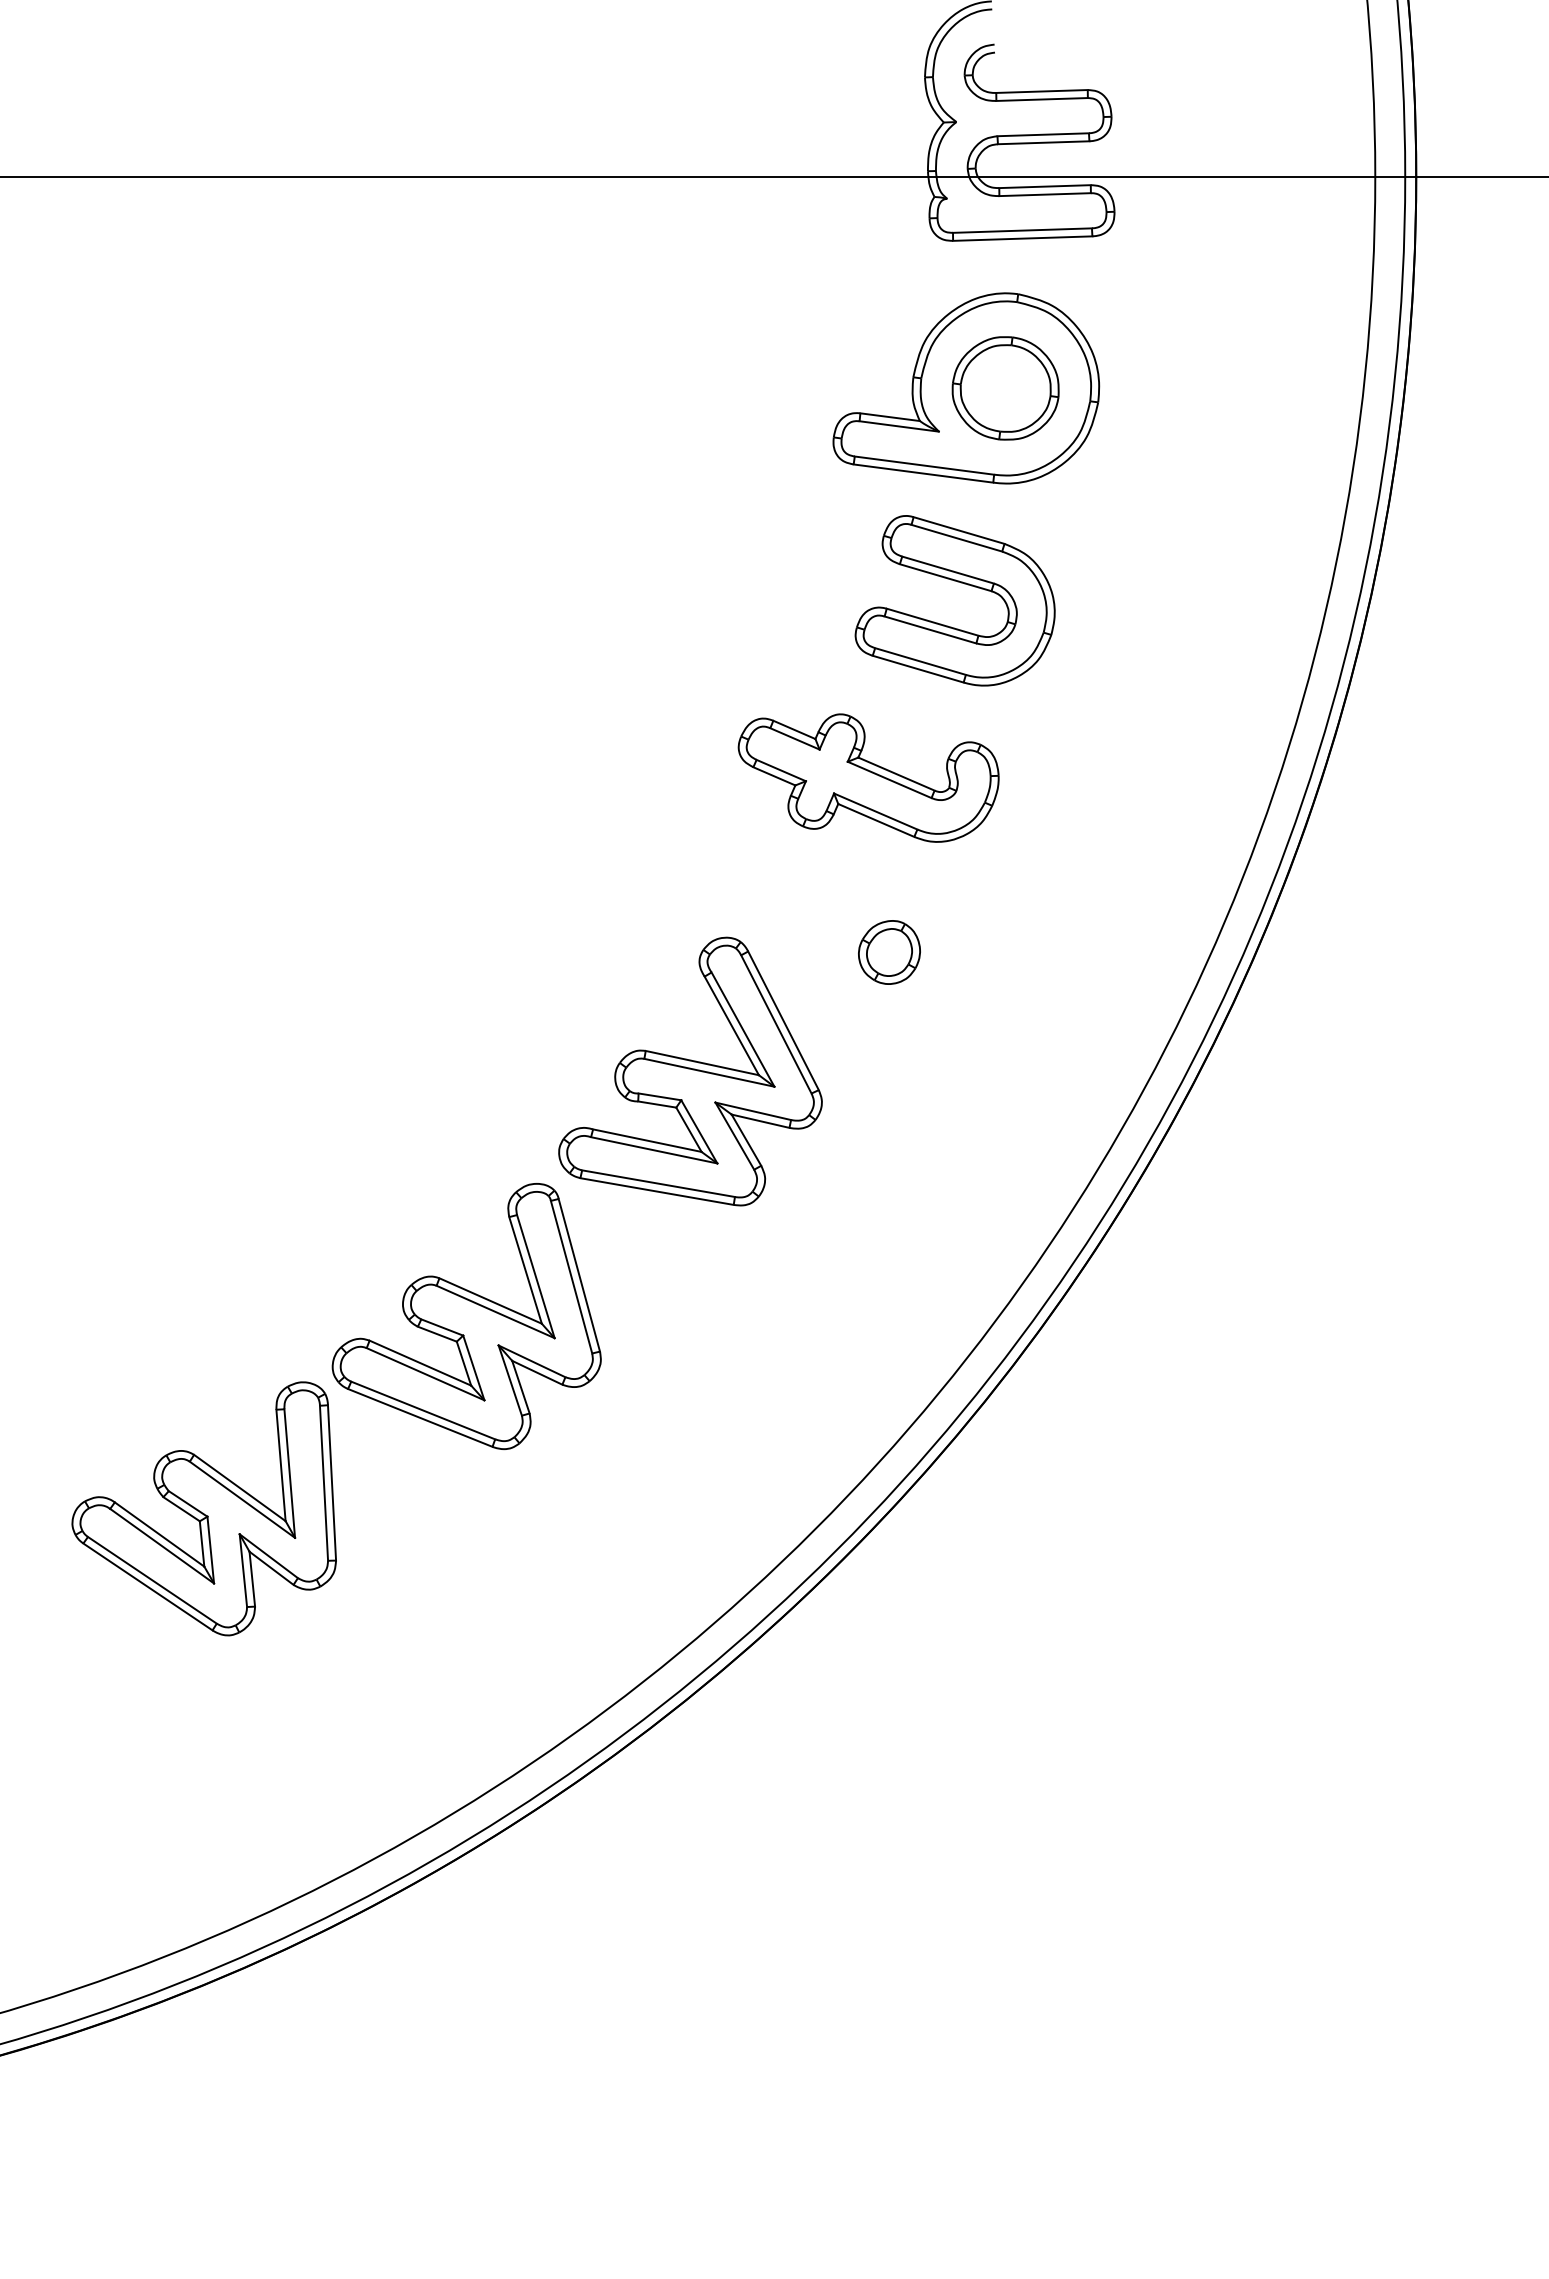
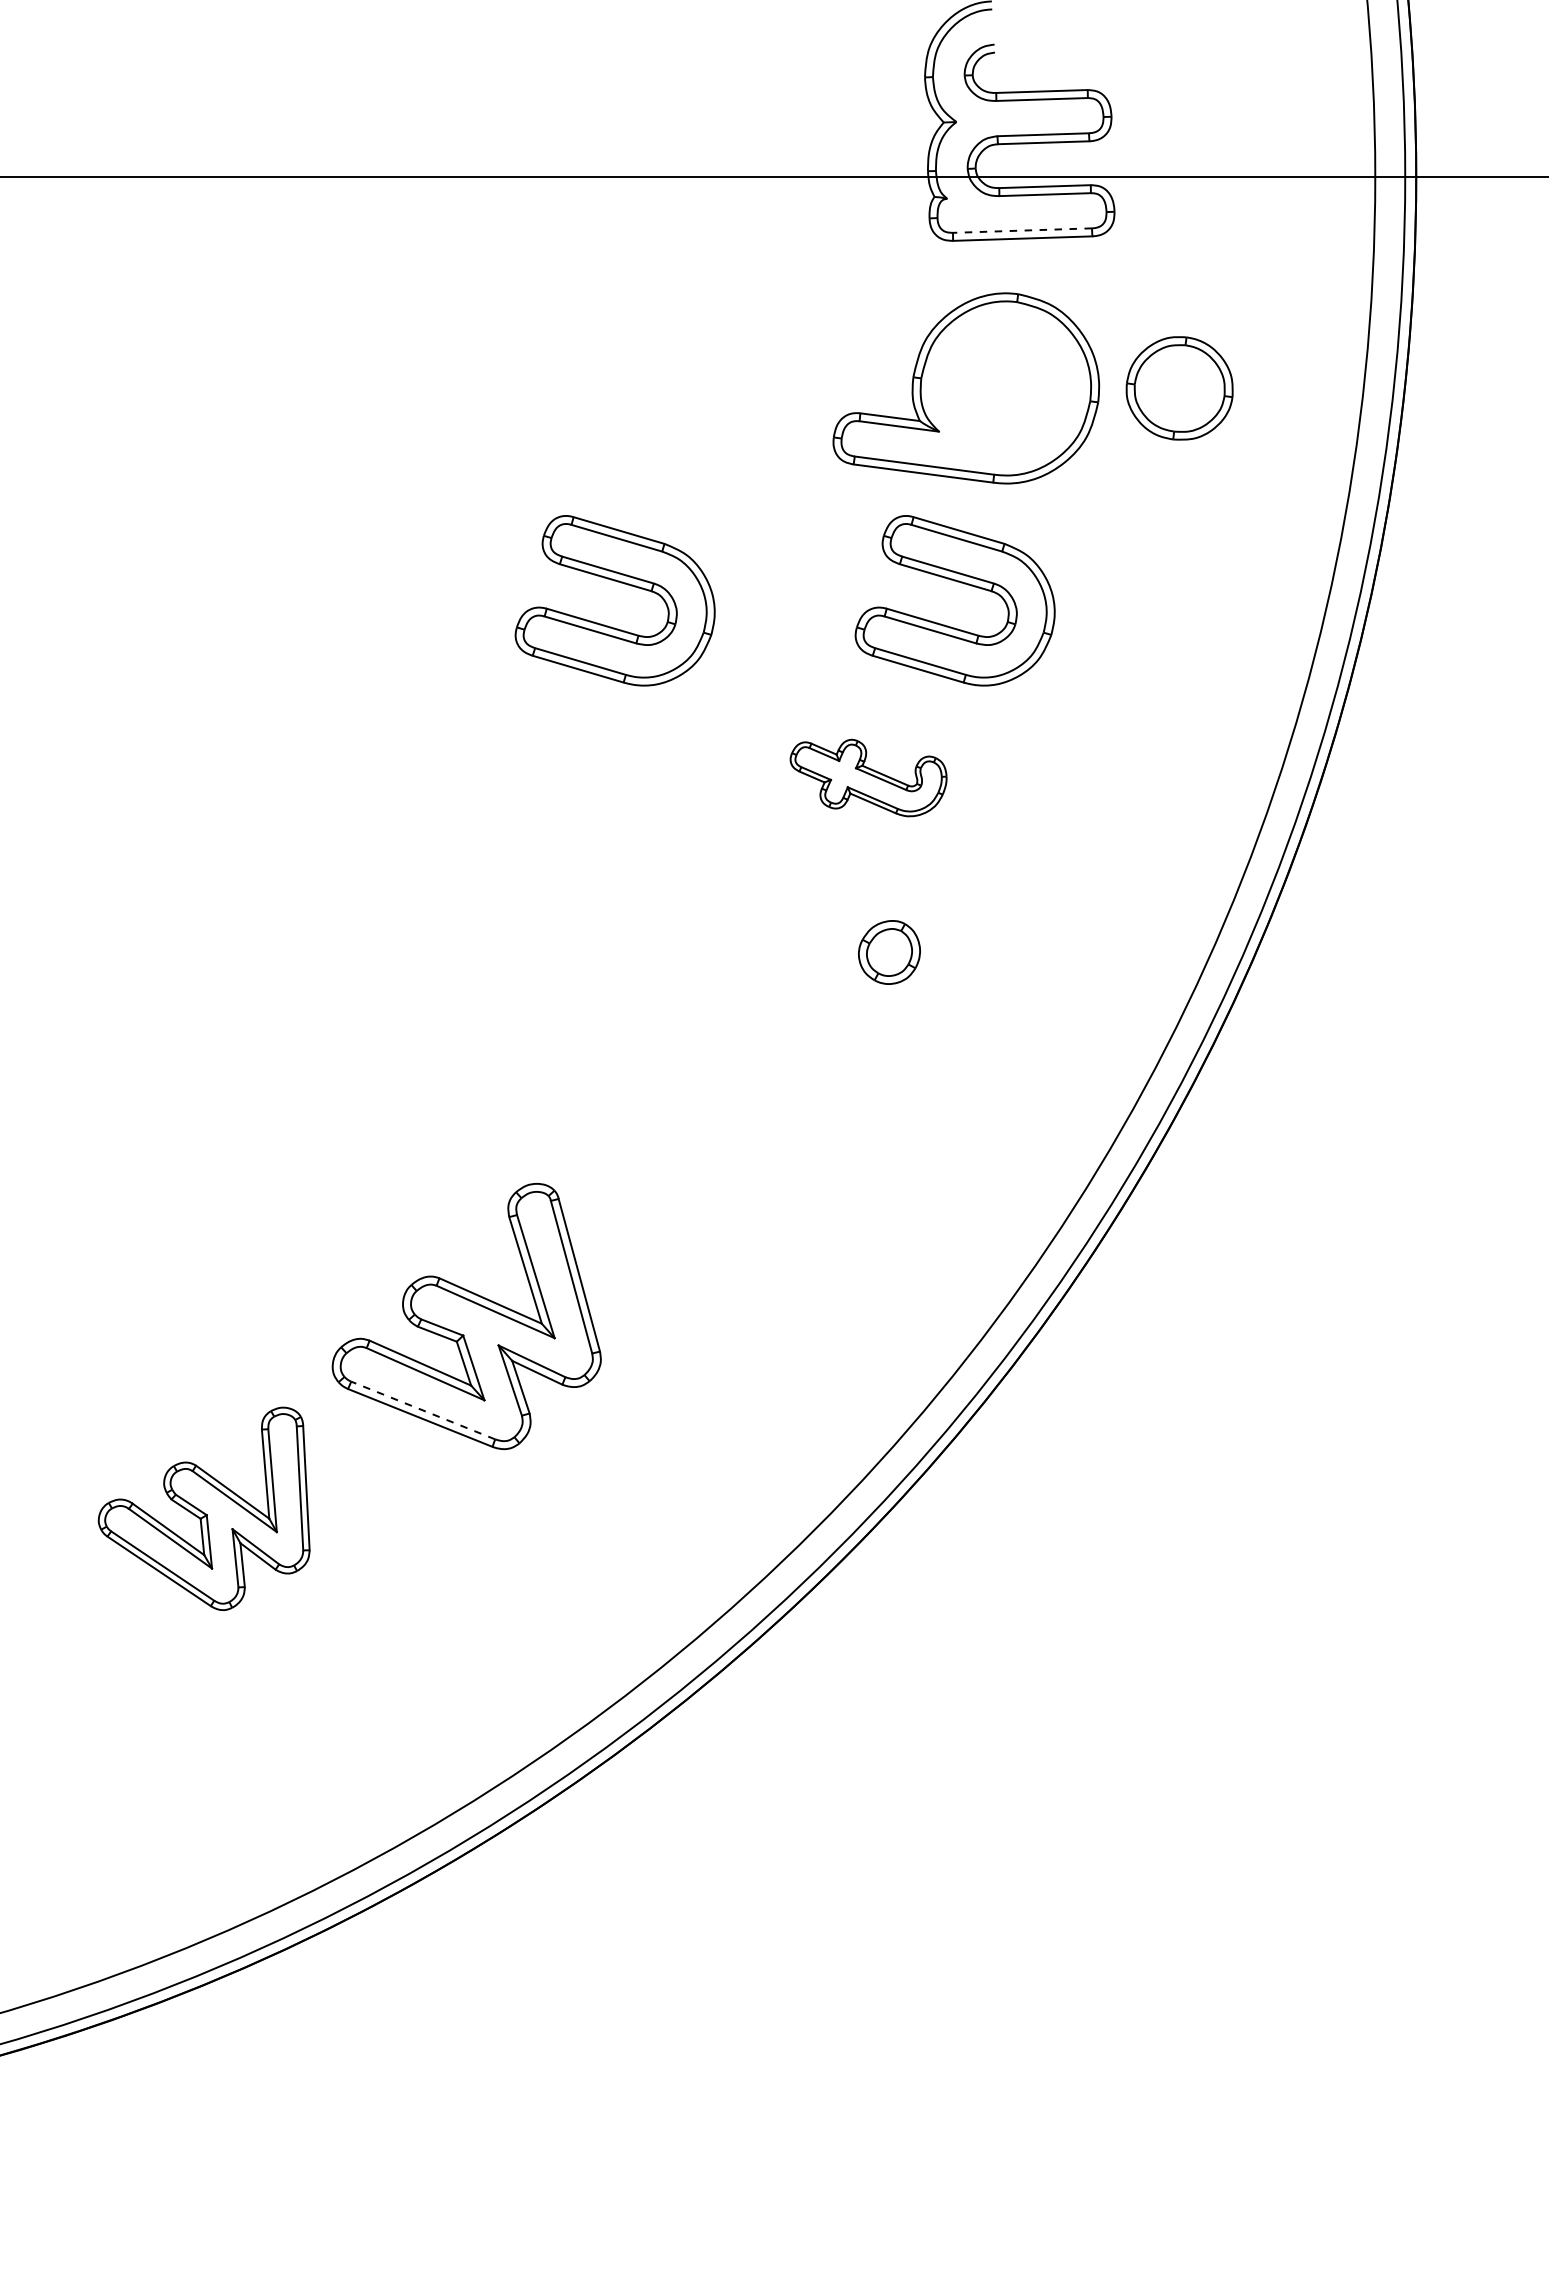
line at (1022, 230): solid -> dashed
part at (1005, 388) position: (1005, 388) -> (1179, 388)
part at (617, 582): none -> present
part at (868, 777) size: 263x130 px -> 159x80 px
part at (690, 1071): present -> none
line at (423, 1410): solid -> dashed
part at (203, 1508) size: 266x256 px -> 214x205 px
